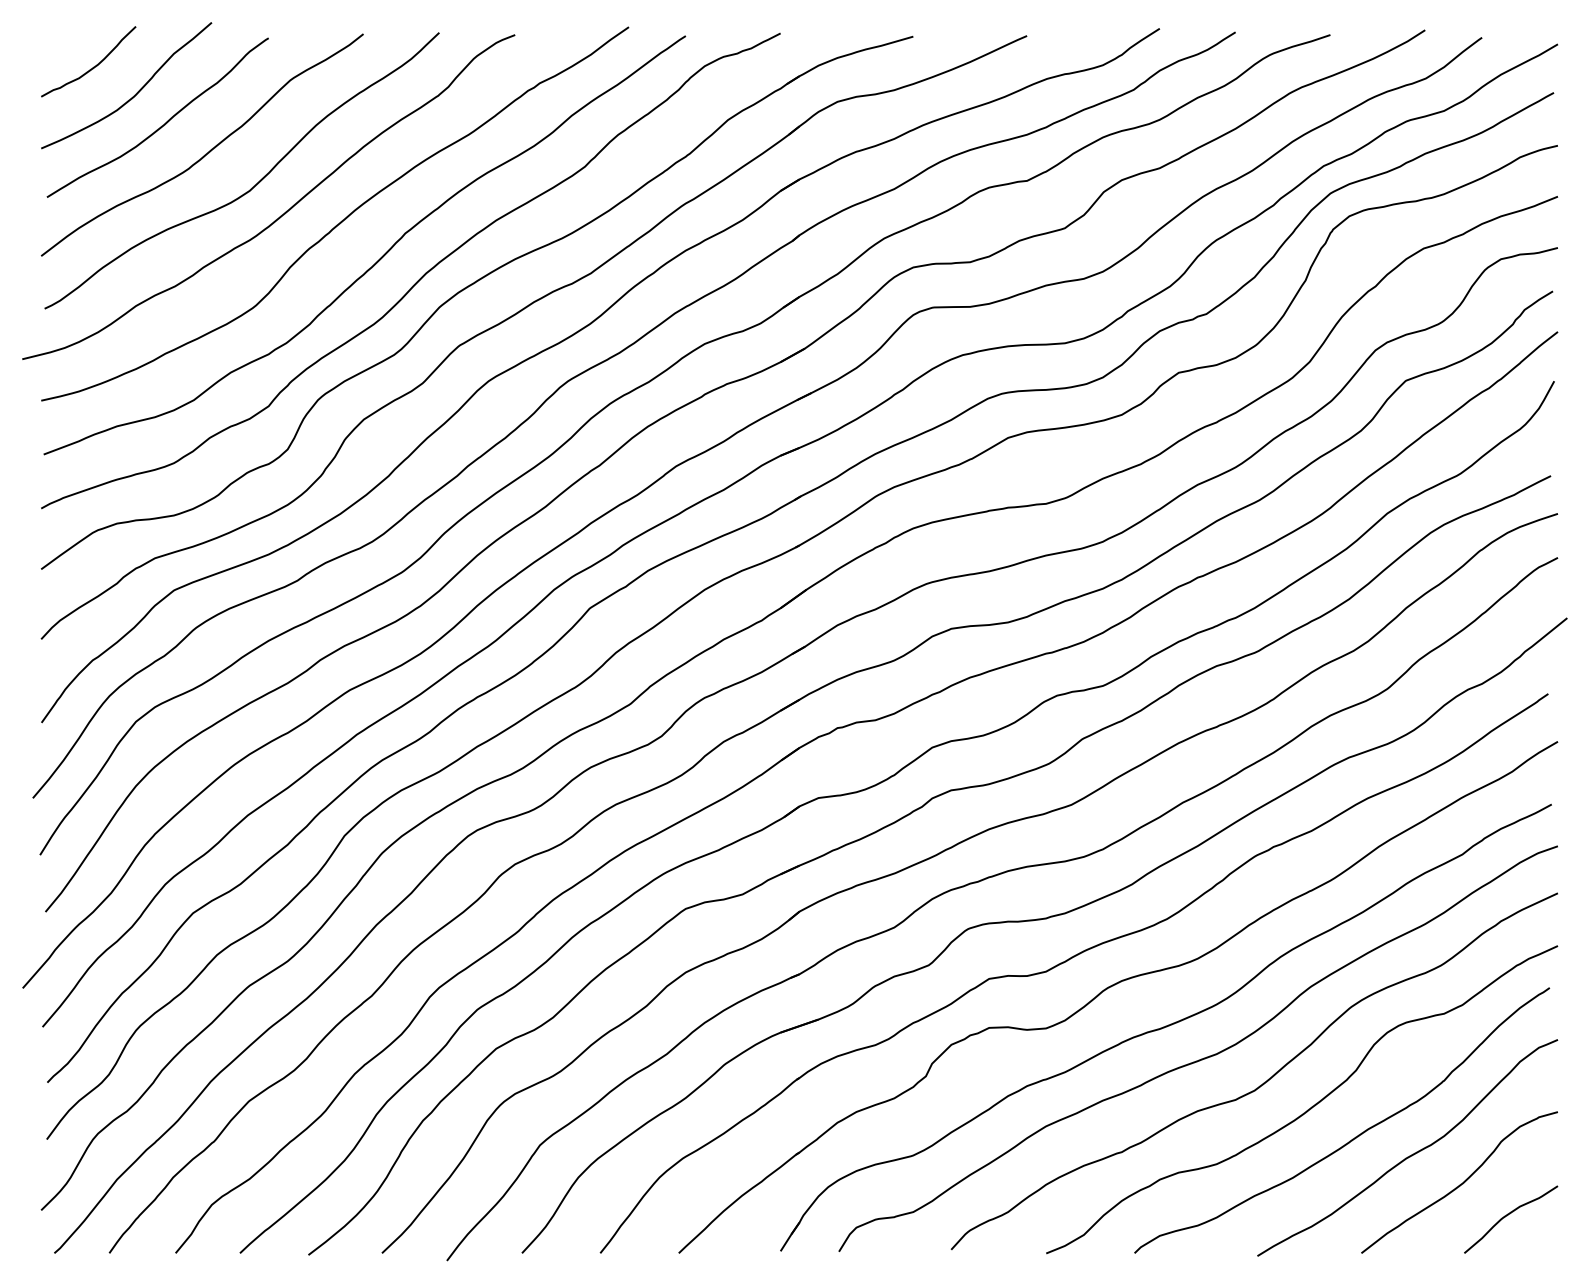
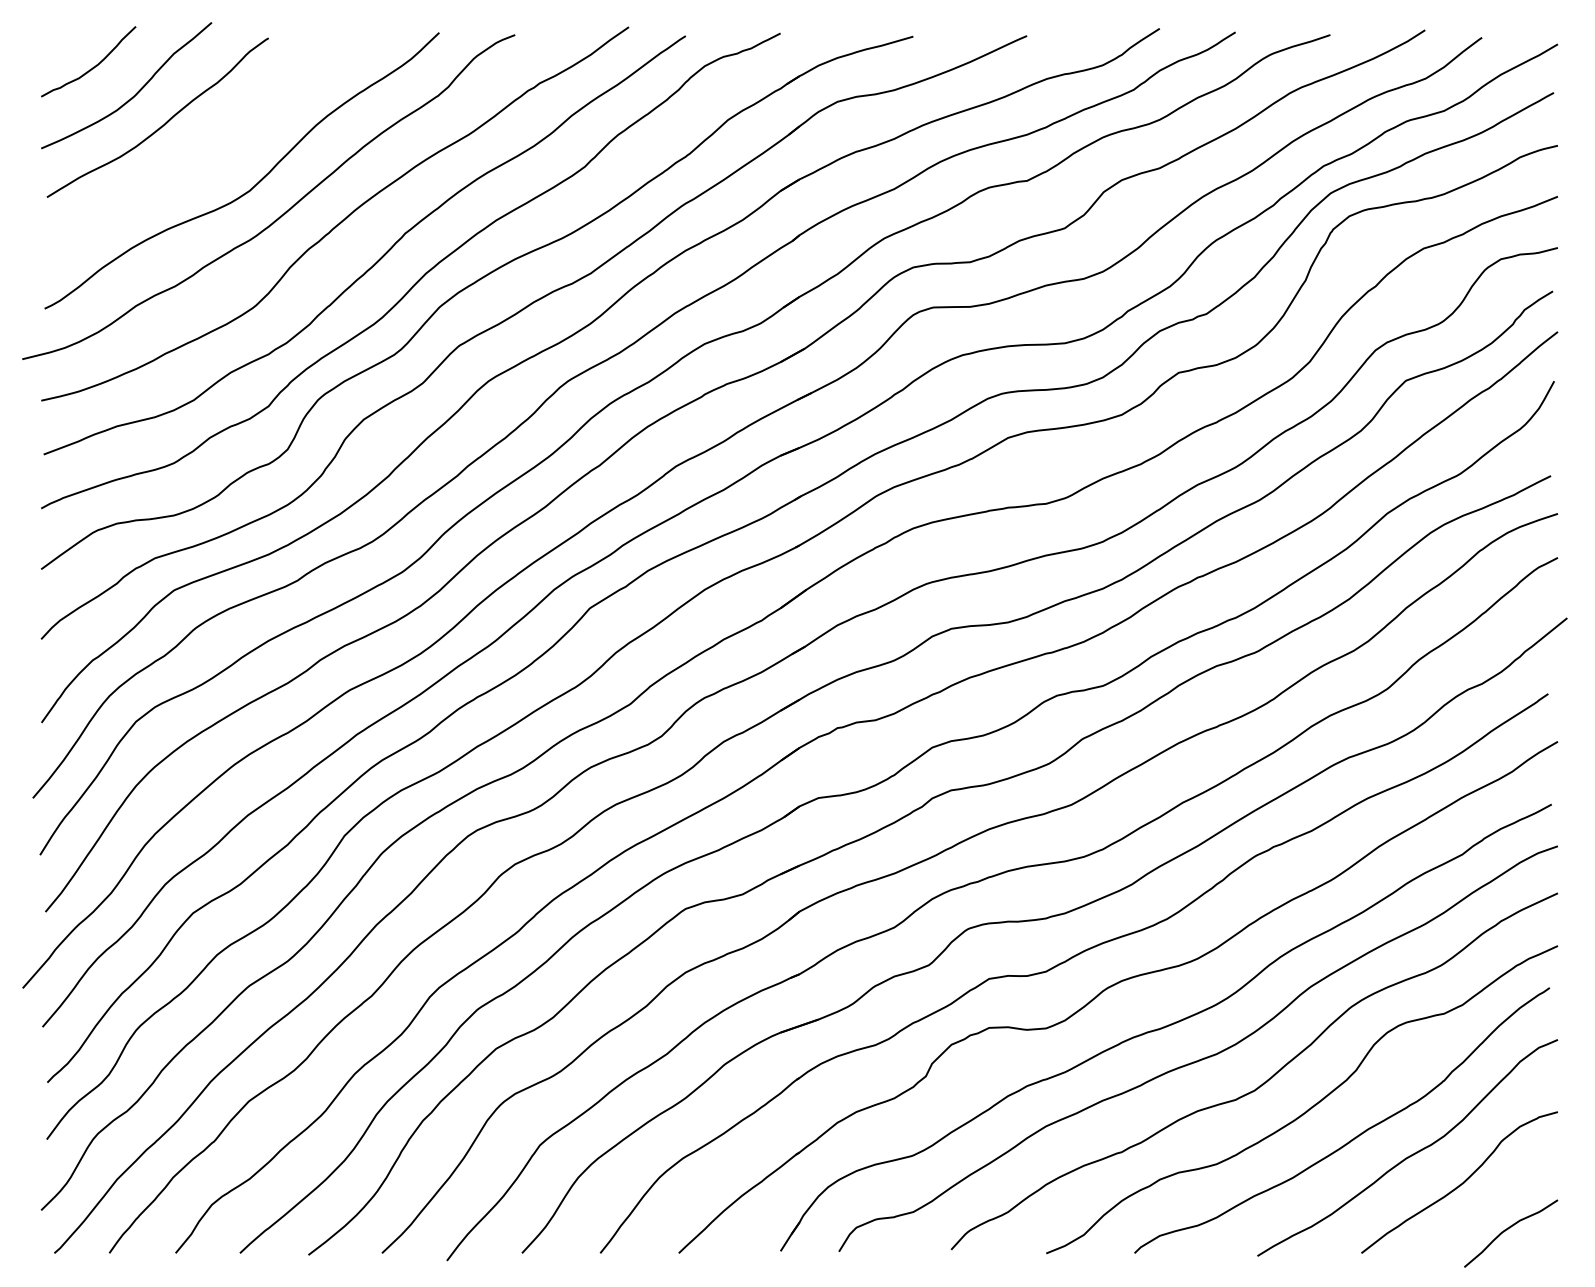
curve at (208, 151): present -> none
curve at (1508, 1215) position: (1508, 1215) -> (1508, 1229)
